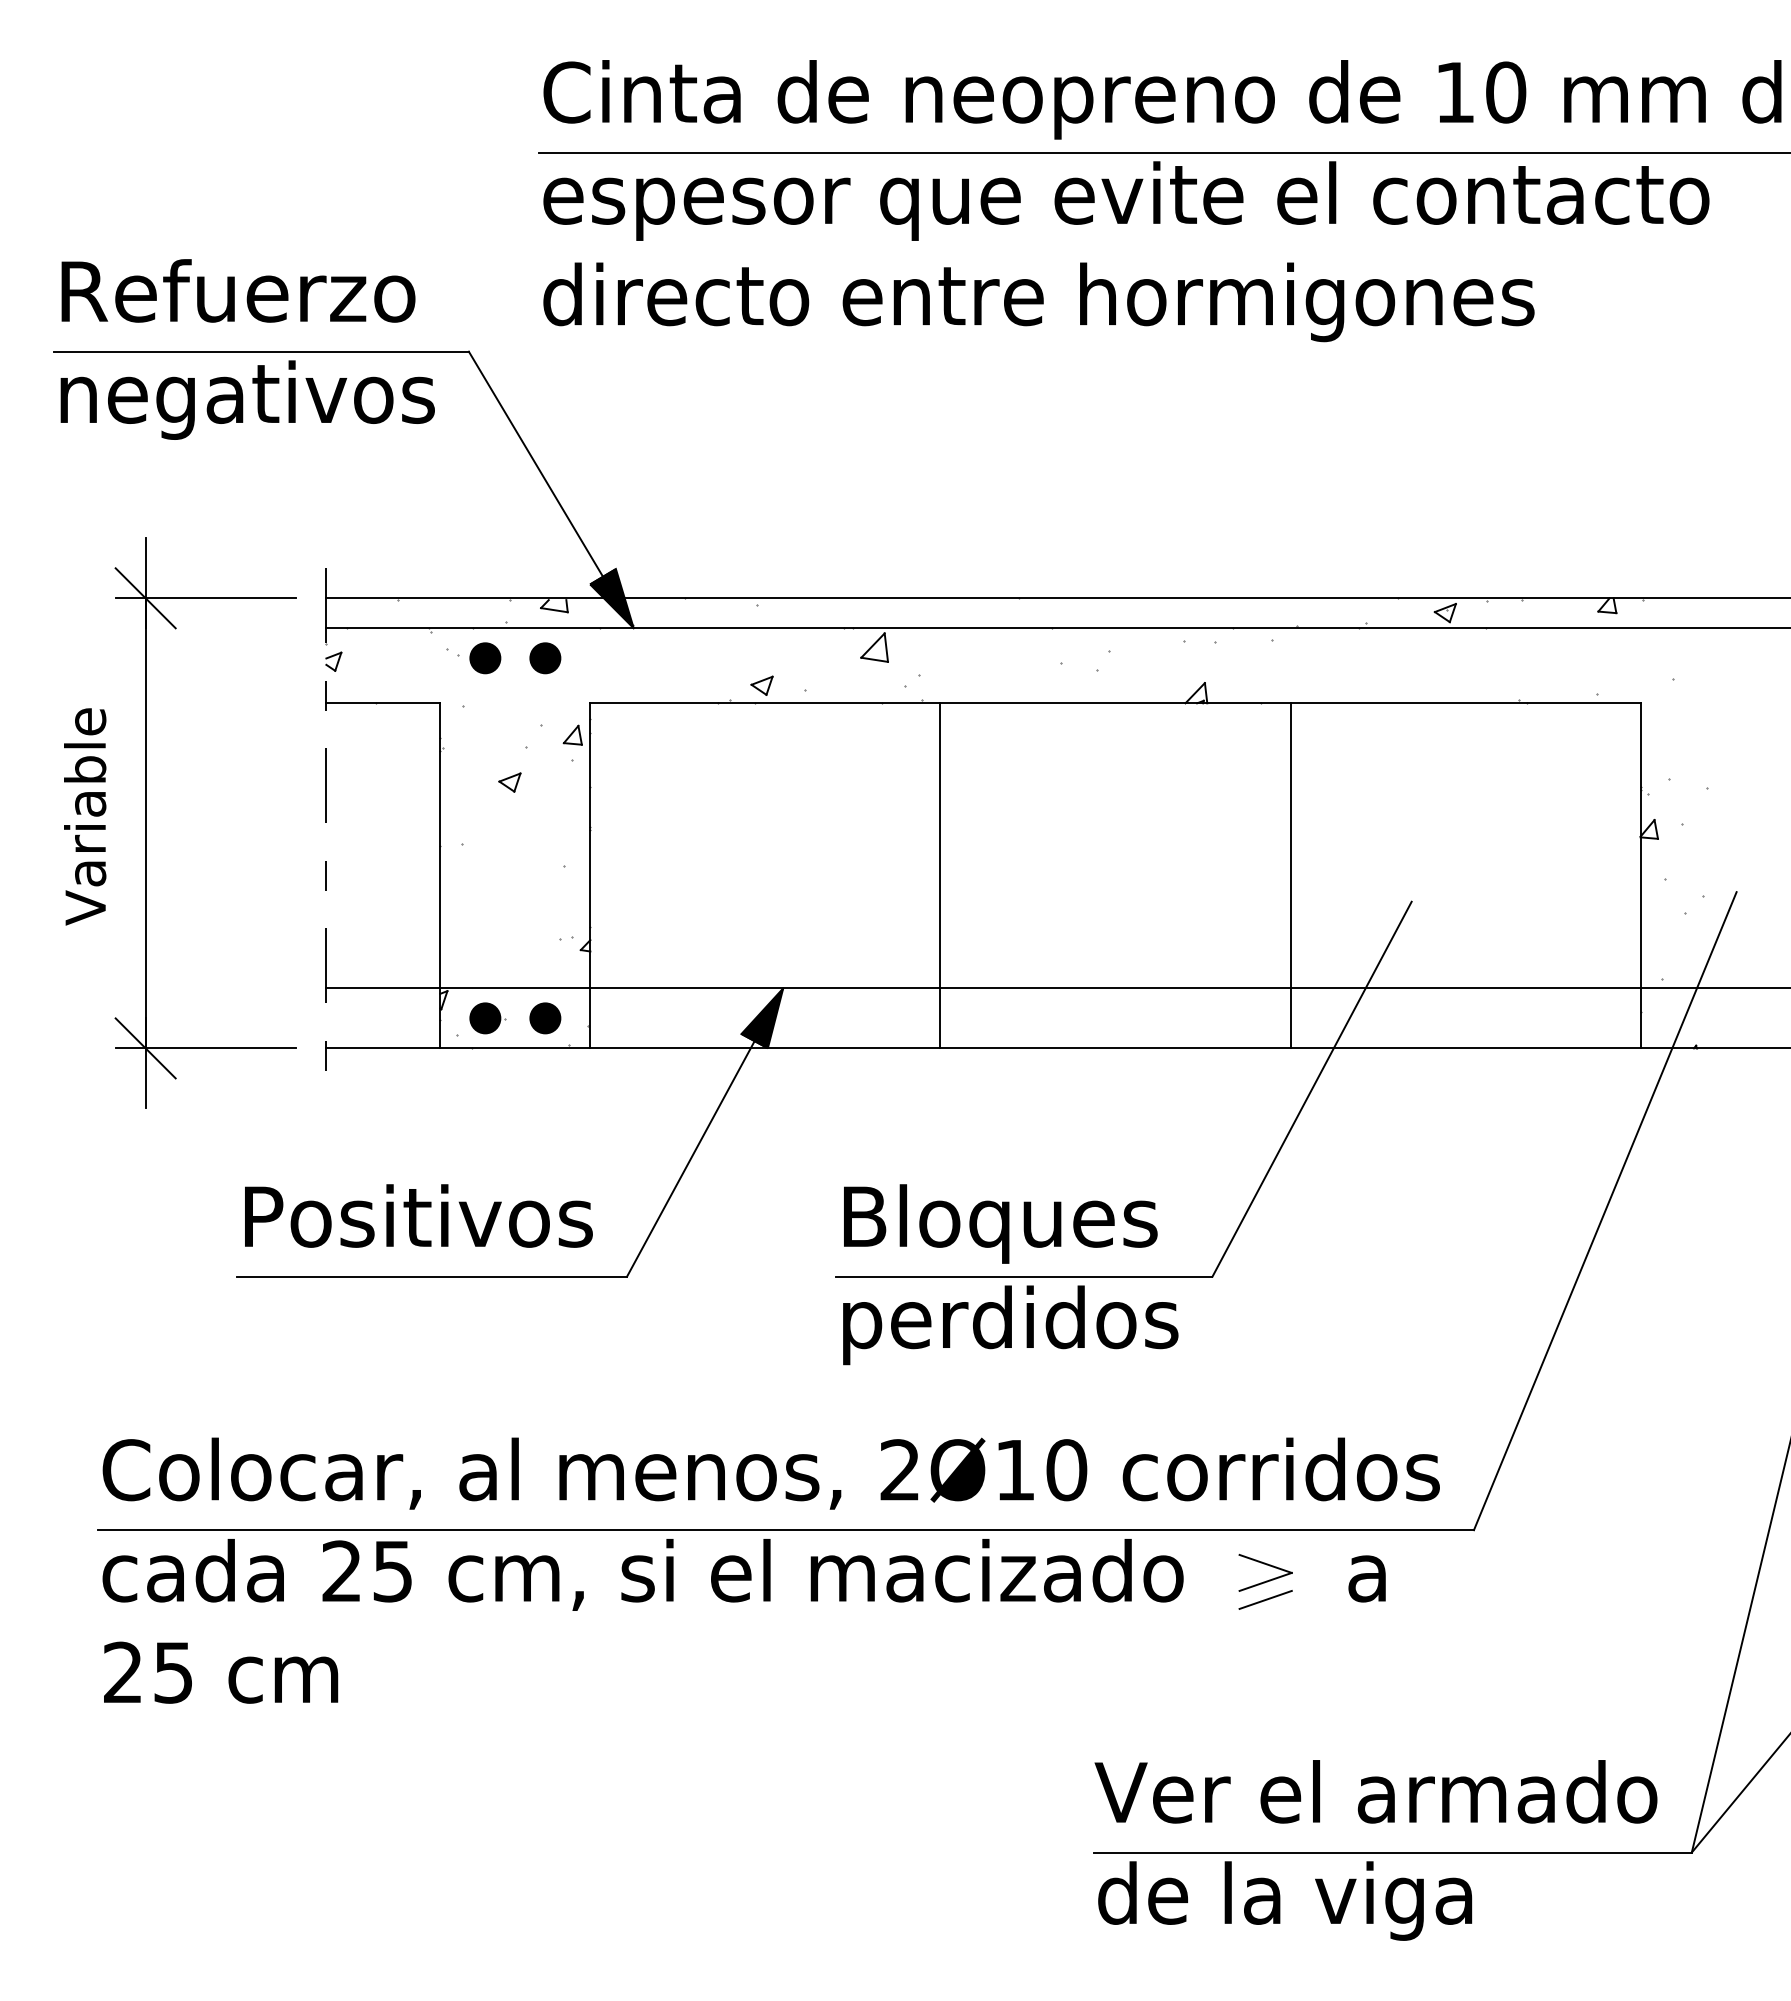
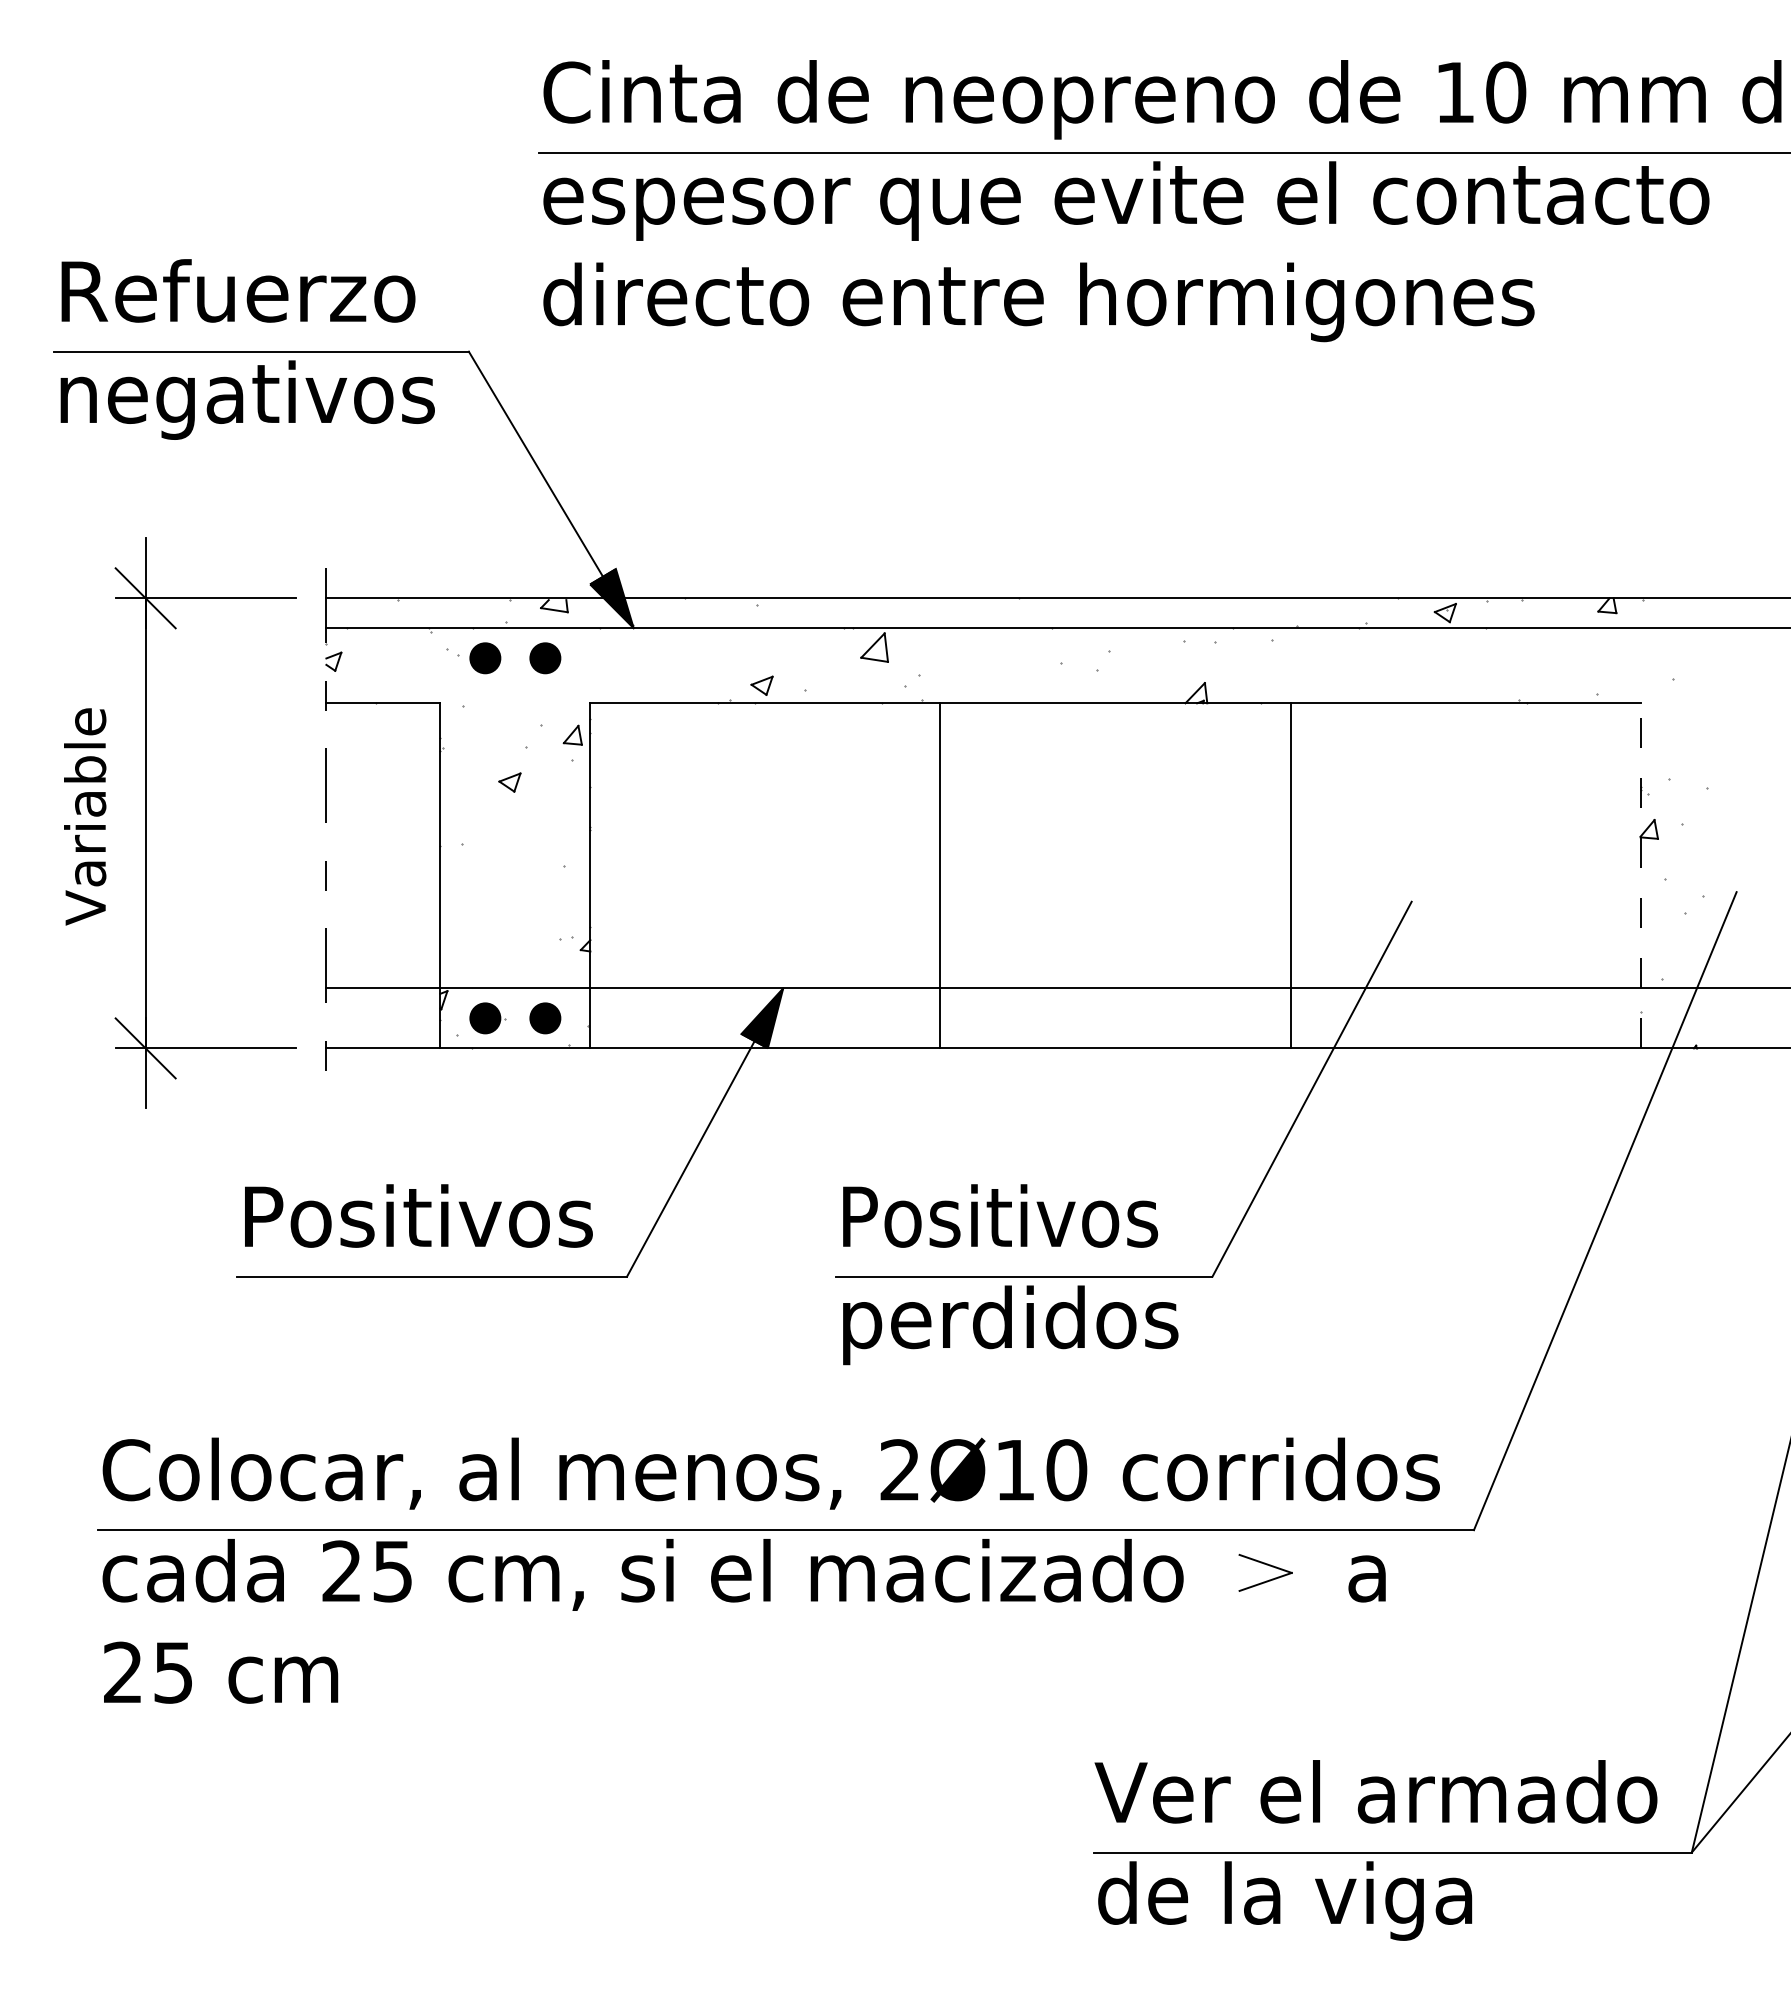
line at (1640, 875): solid -> dashed
text at (1000, 1223): Bloques -> Positivos
line at (1265, 1599): present -> none
